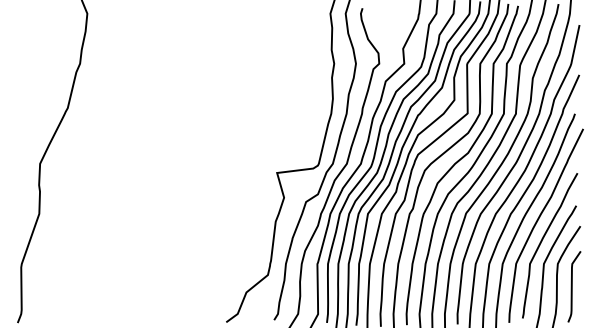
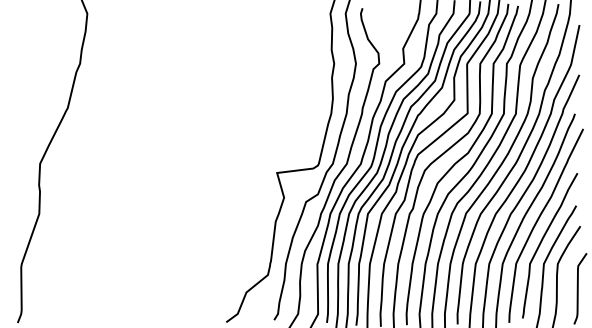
curve at (572, 286) position: (572, 286) -> (578, 288)
